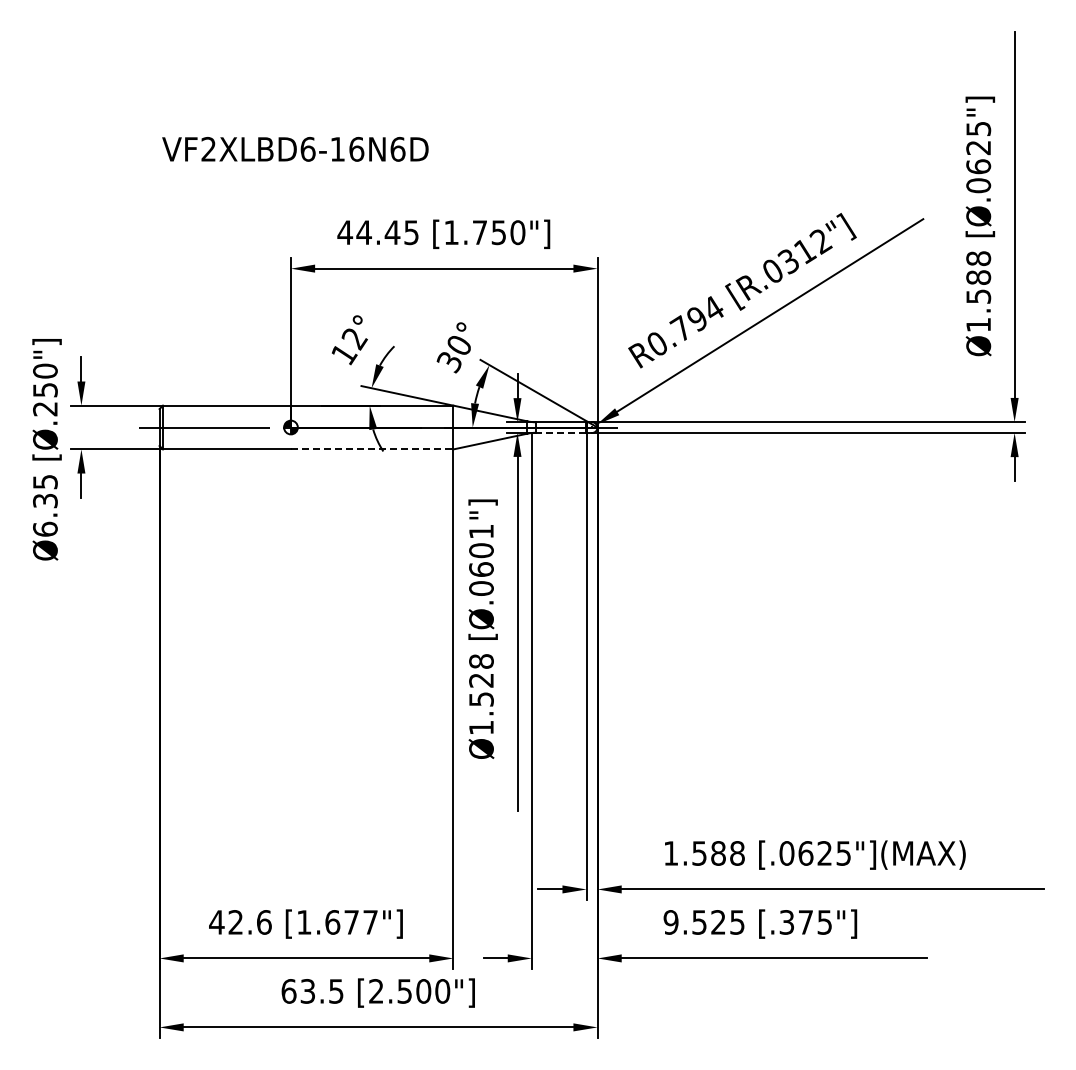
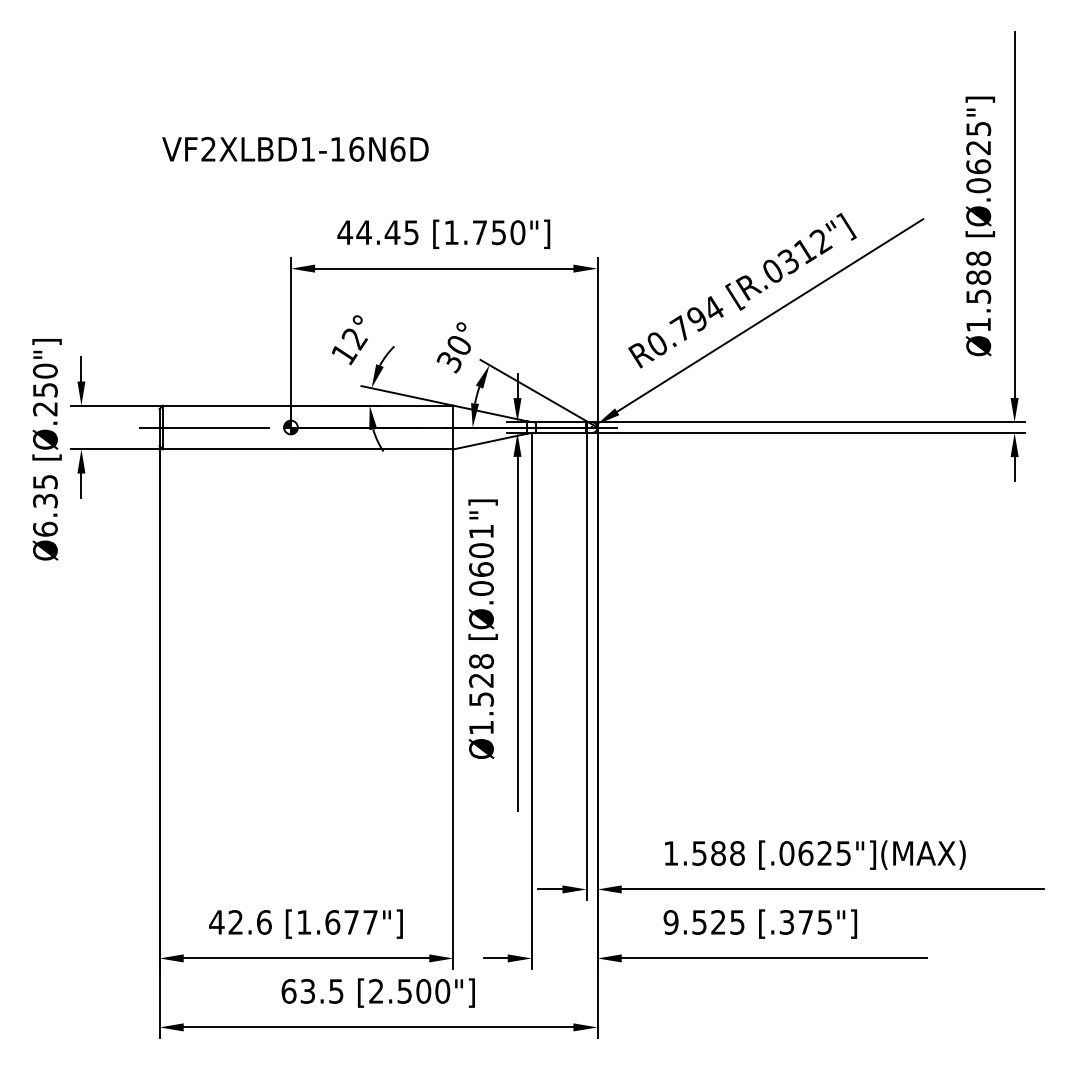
text at (307, 149): VF2XLBD6-16N6D -> VF2XLBD1-16N6D
line at (560, 432): dashed -> solid
line at (372, 449): dashed -> solid
